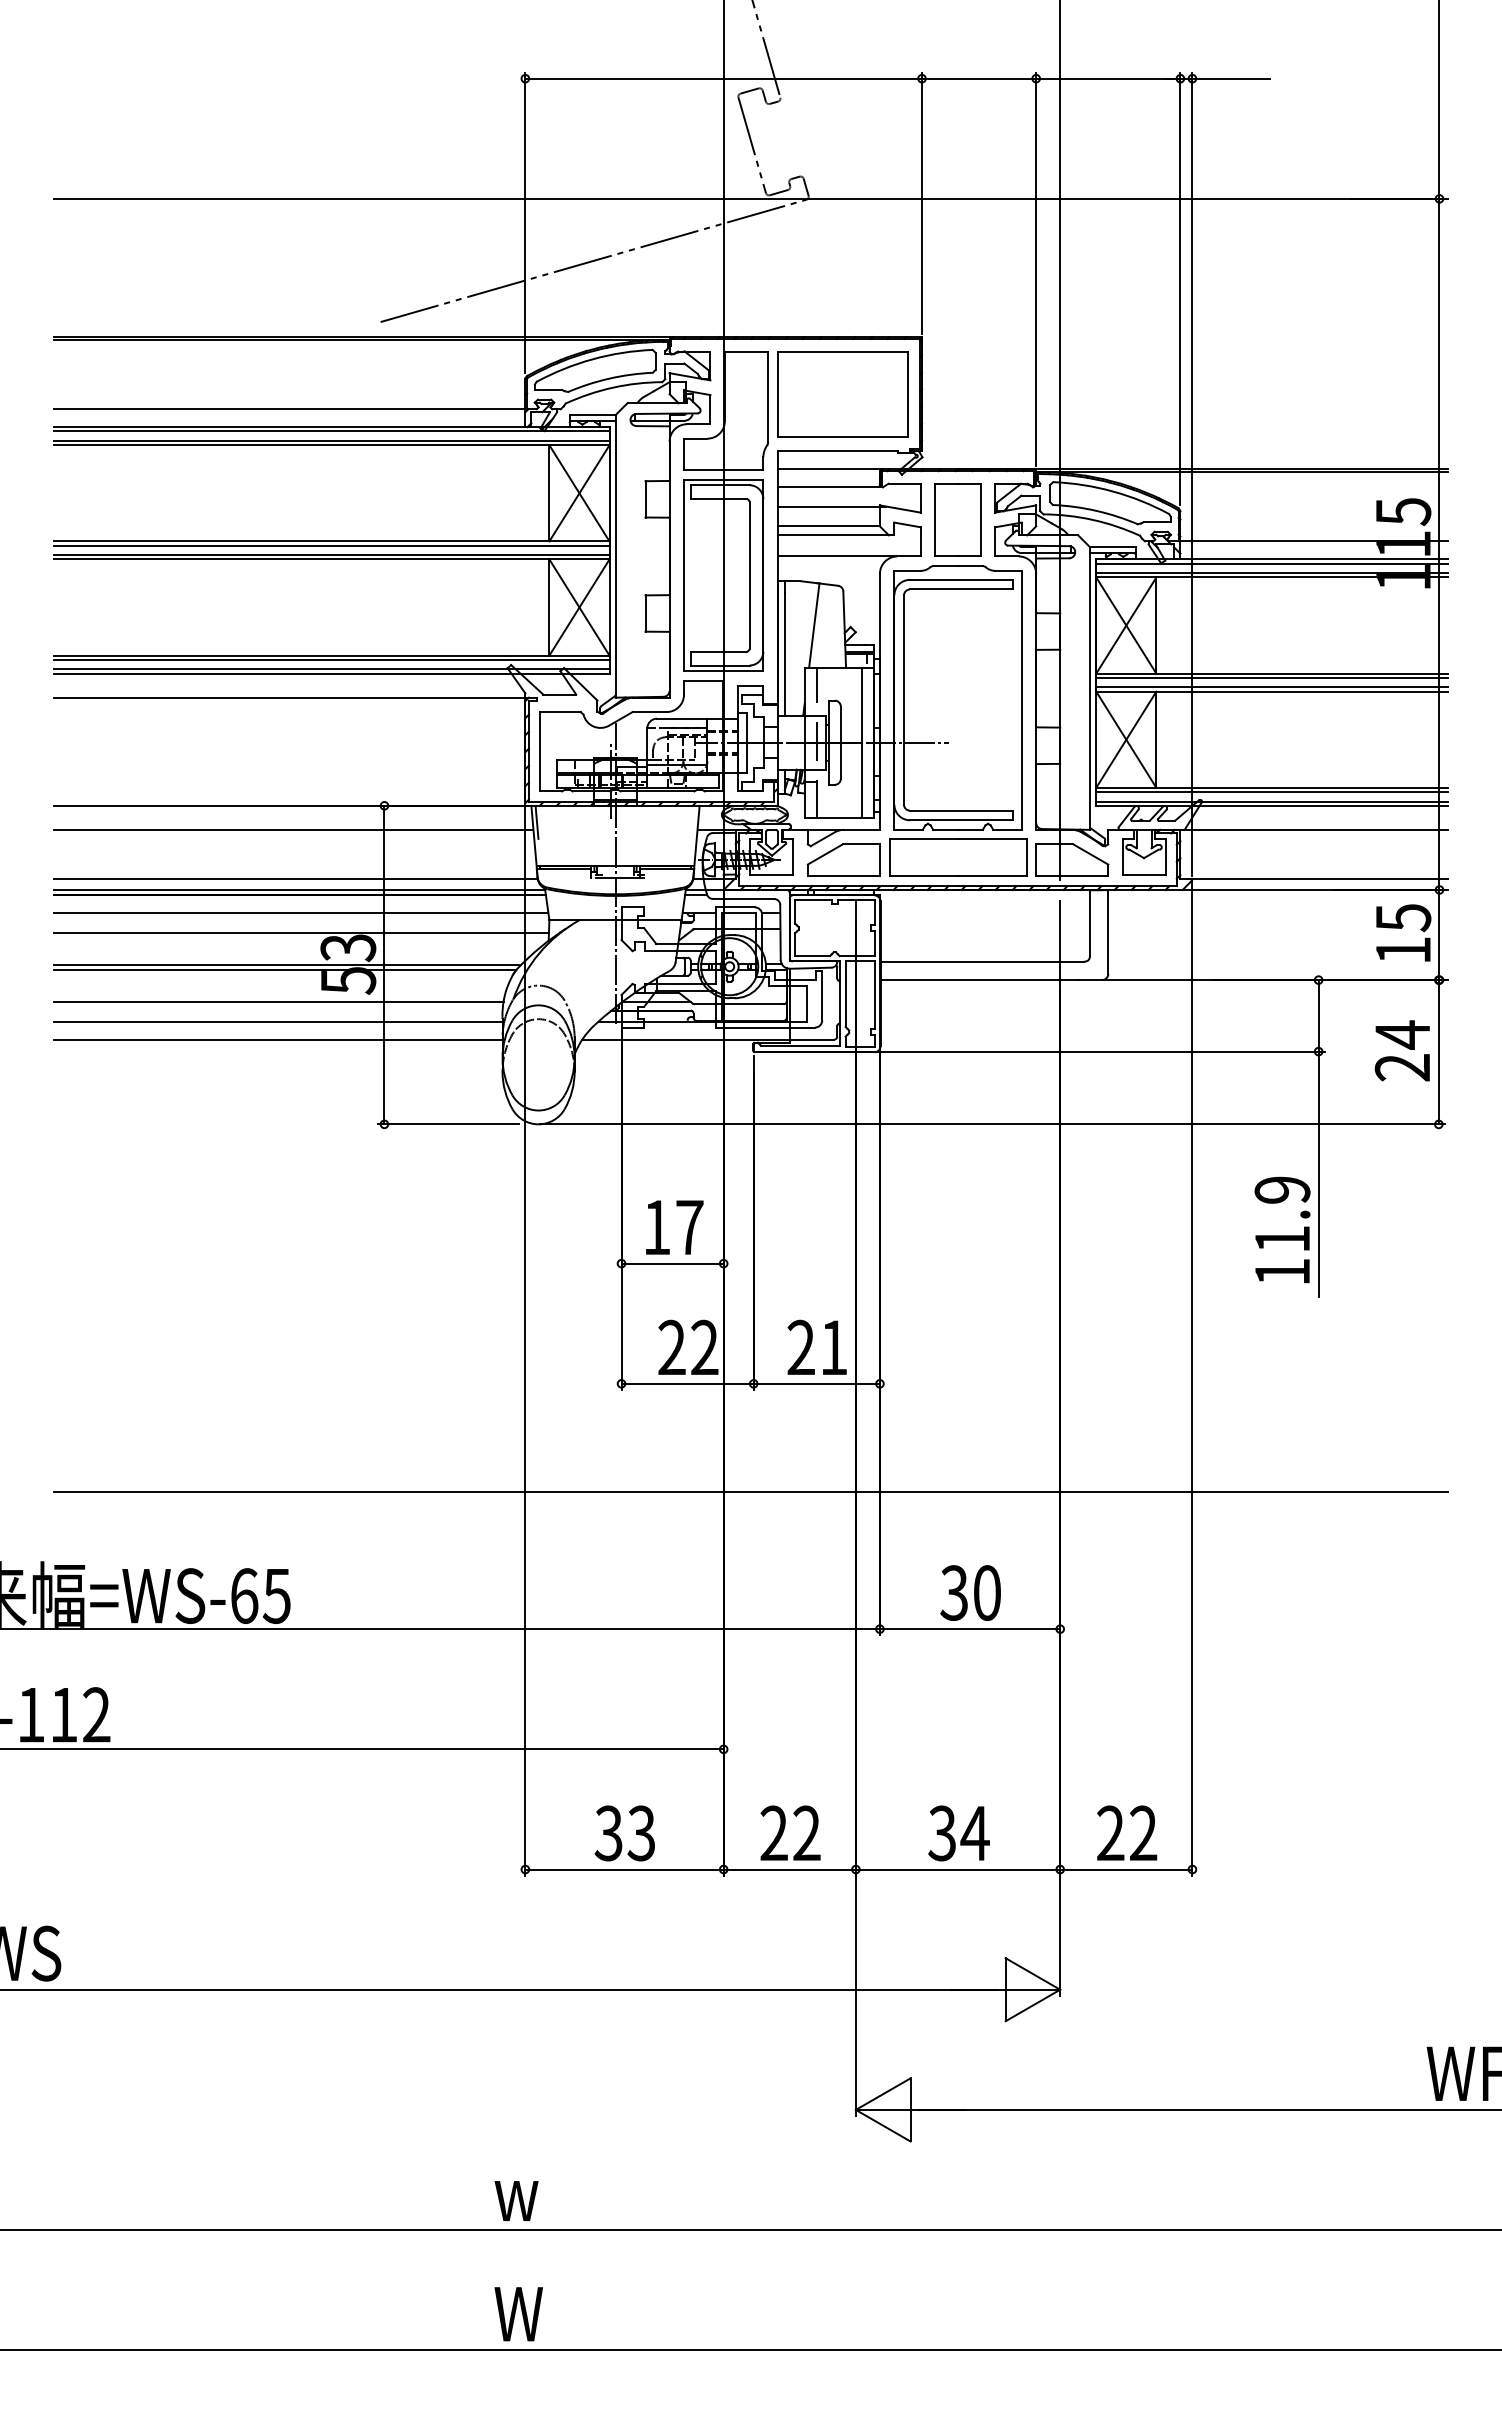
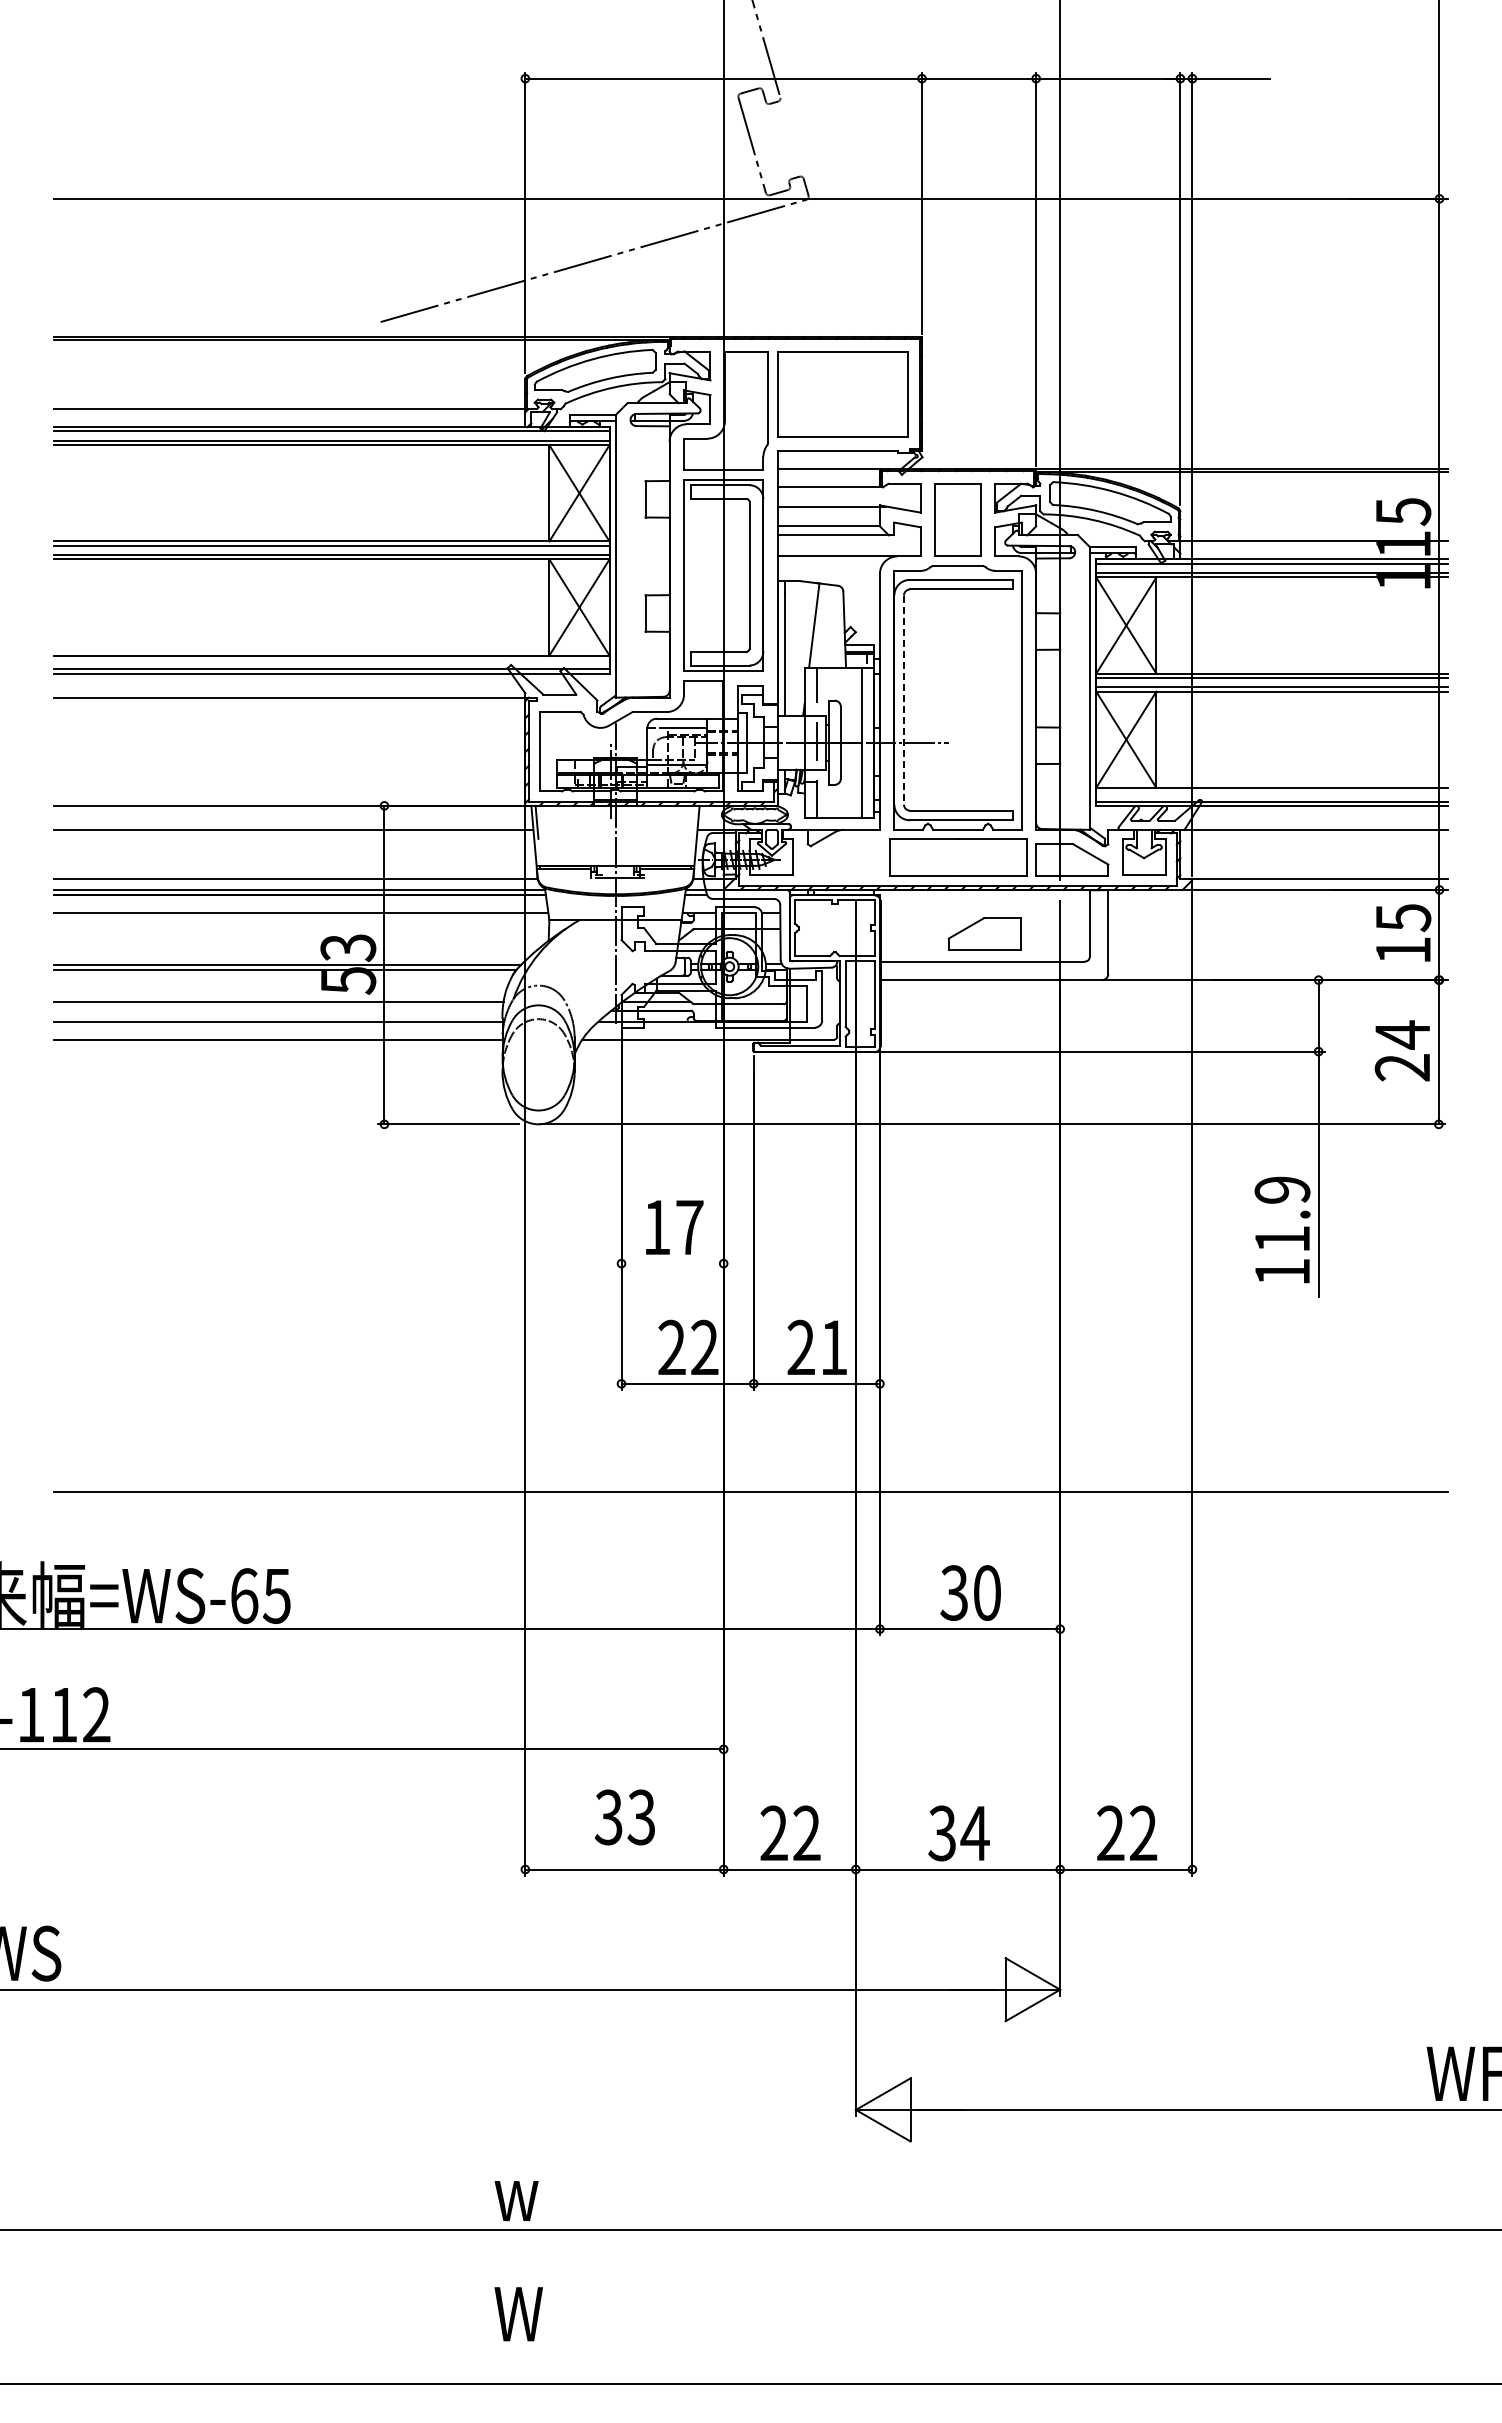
line at (331, 659): present -> none
line at (903, 700): solid -> dashed
line at (1271, 792): present -> none
part at (843, 859) position: (843, 859) -> (984, 933)
line at (301, 932): present -> none
line at (672, 1263): present -> none
text at (624, 1833) position: (624, 1833) -> (624, 1817)
line at (750, 2350) position: (750, 2350) -> (750, 2384)
